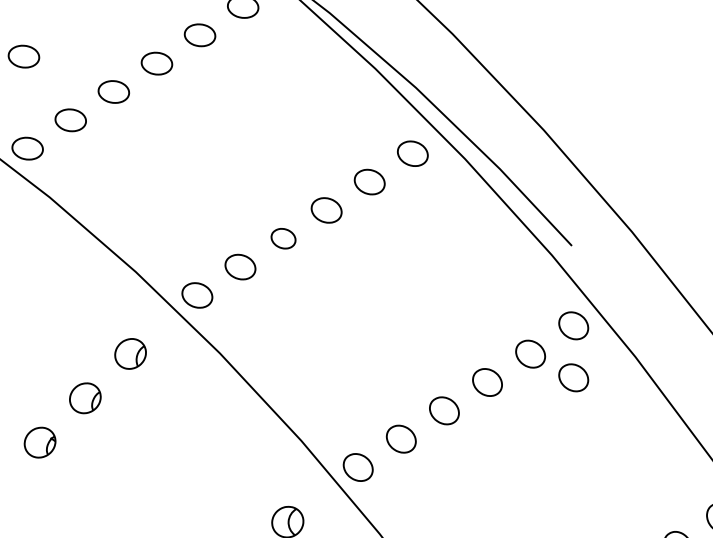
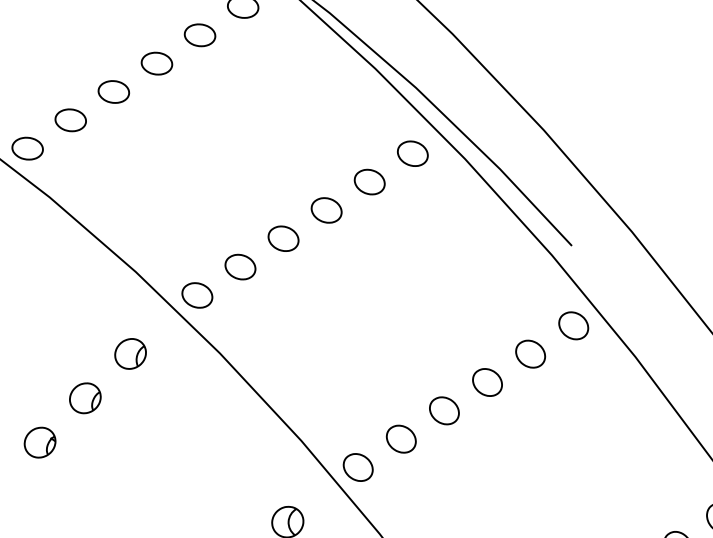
part at (23, 56): present -> none
part at (283, 238) size: 27x22 px -> 33x27 px
part at (573, 377): present -> none
